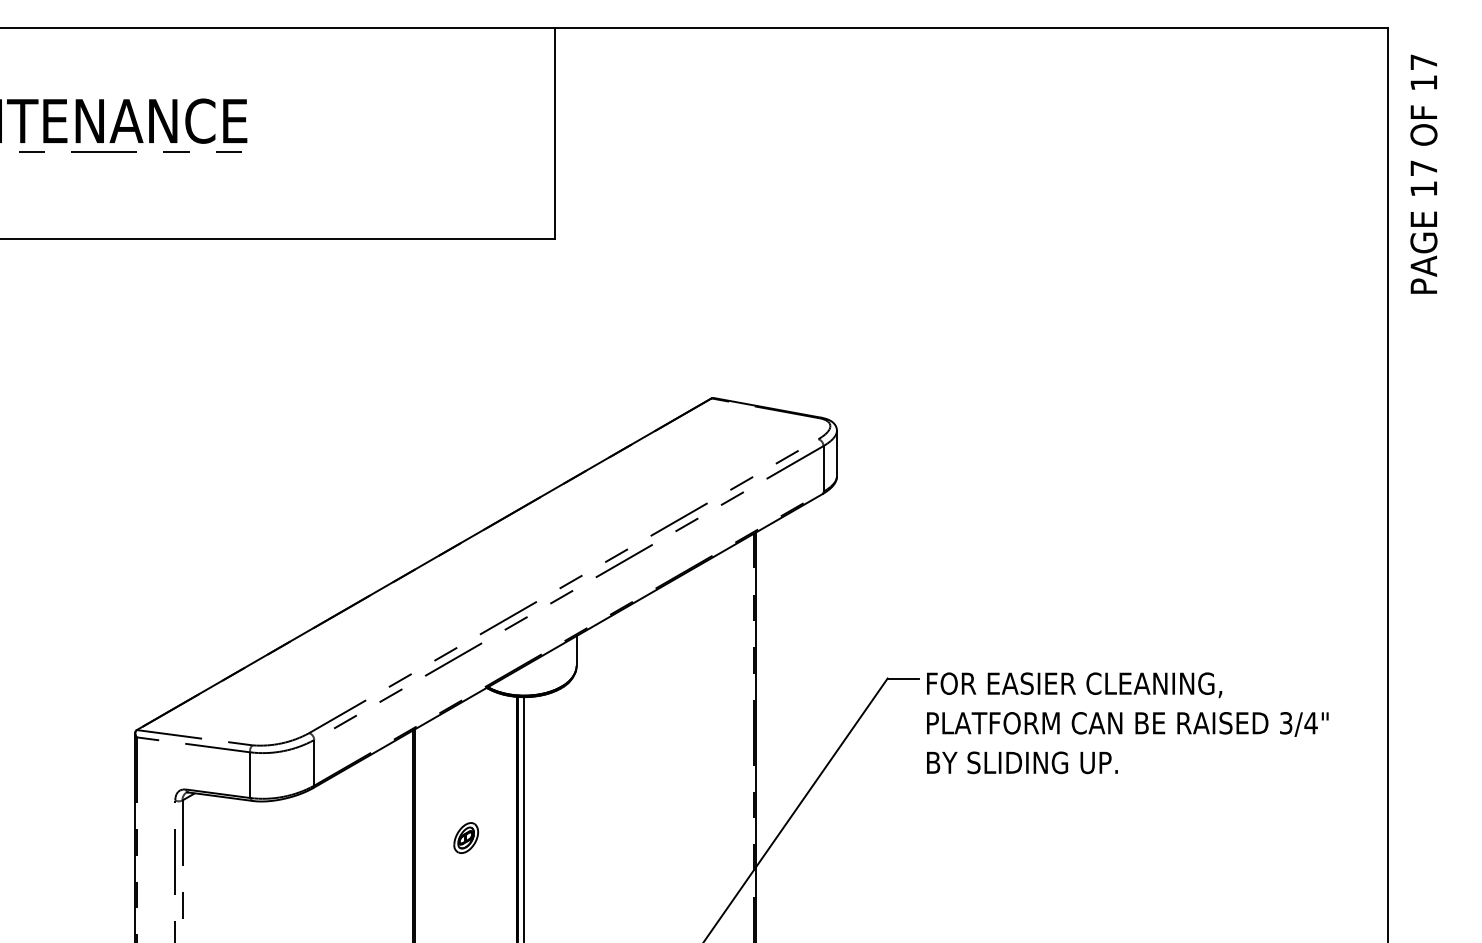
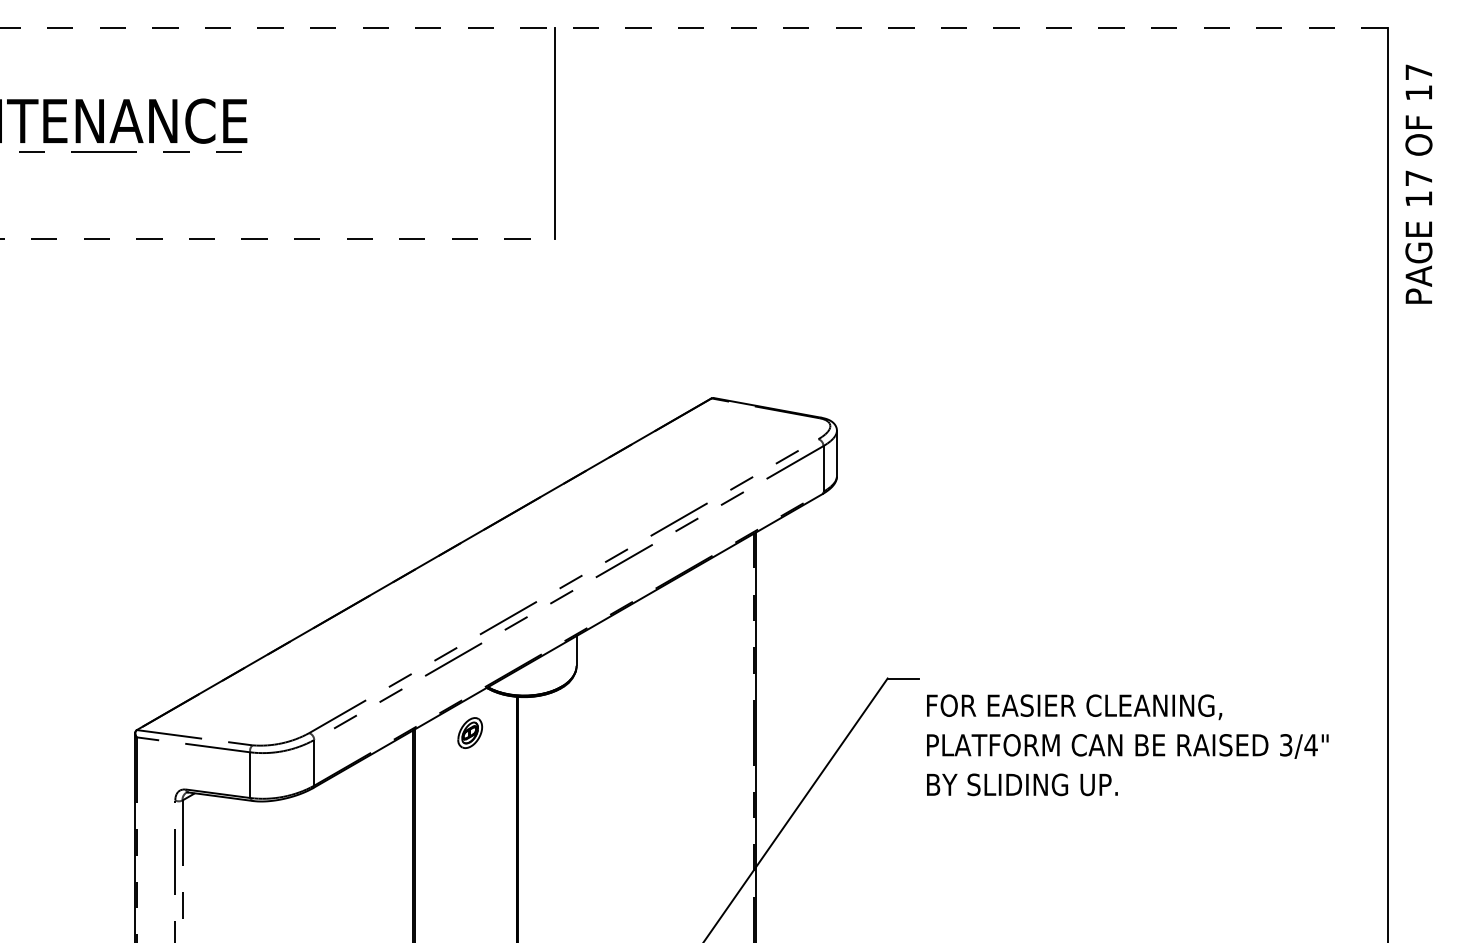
line at (693, 28): solid -> dashed
text at (1423, 173) position: (1423, 173) -> (1418, 183)
line at (278, 239): solid -> dashed
text at (1127, 723) position: (1127, 723) -> (1127, 745)
line at (523, 818): present -> none
part at (466, 837) position: (466, 837) -> (470, 732)
